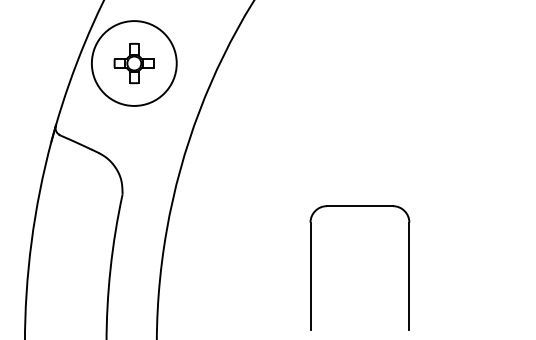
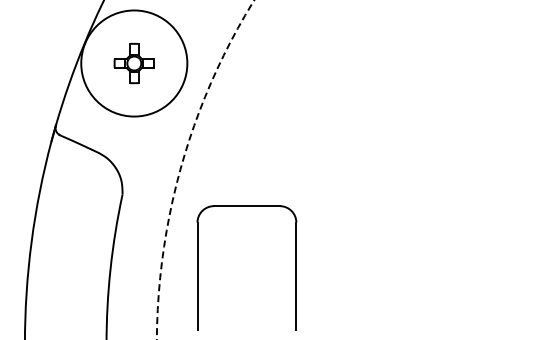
circle at (133, 63) diameter: 85 px -> 106 px
arc at (183, 160): solid -> dashed
part at (311, 267) position: (311, 267) -> (198, 267)
